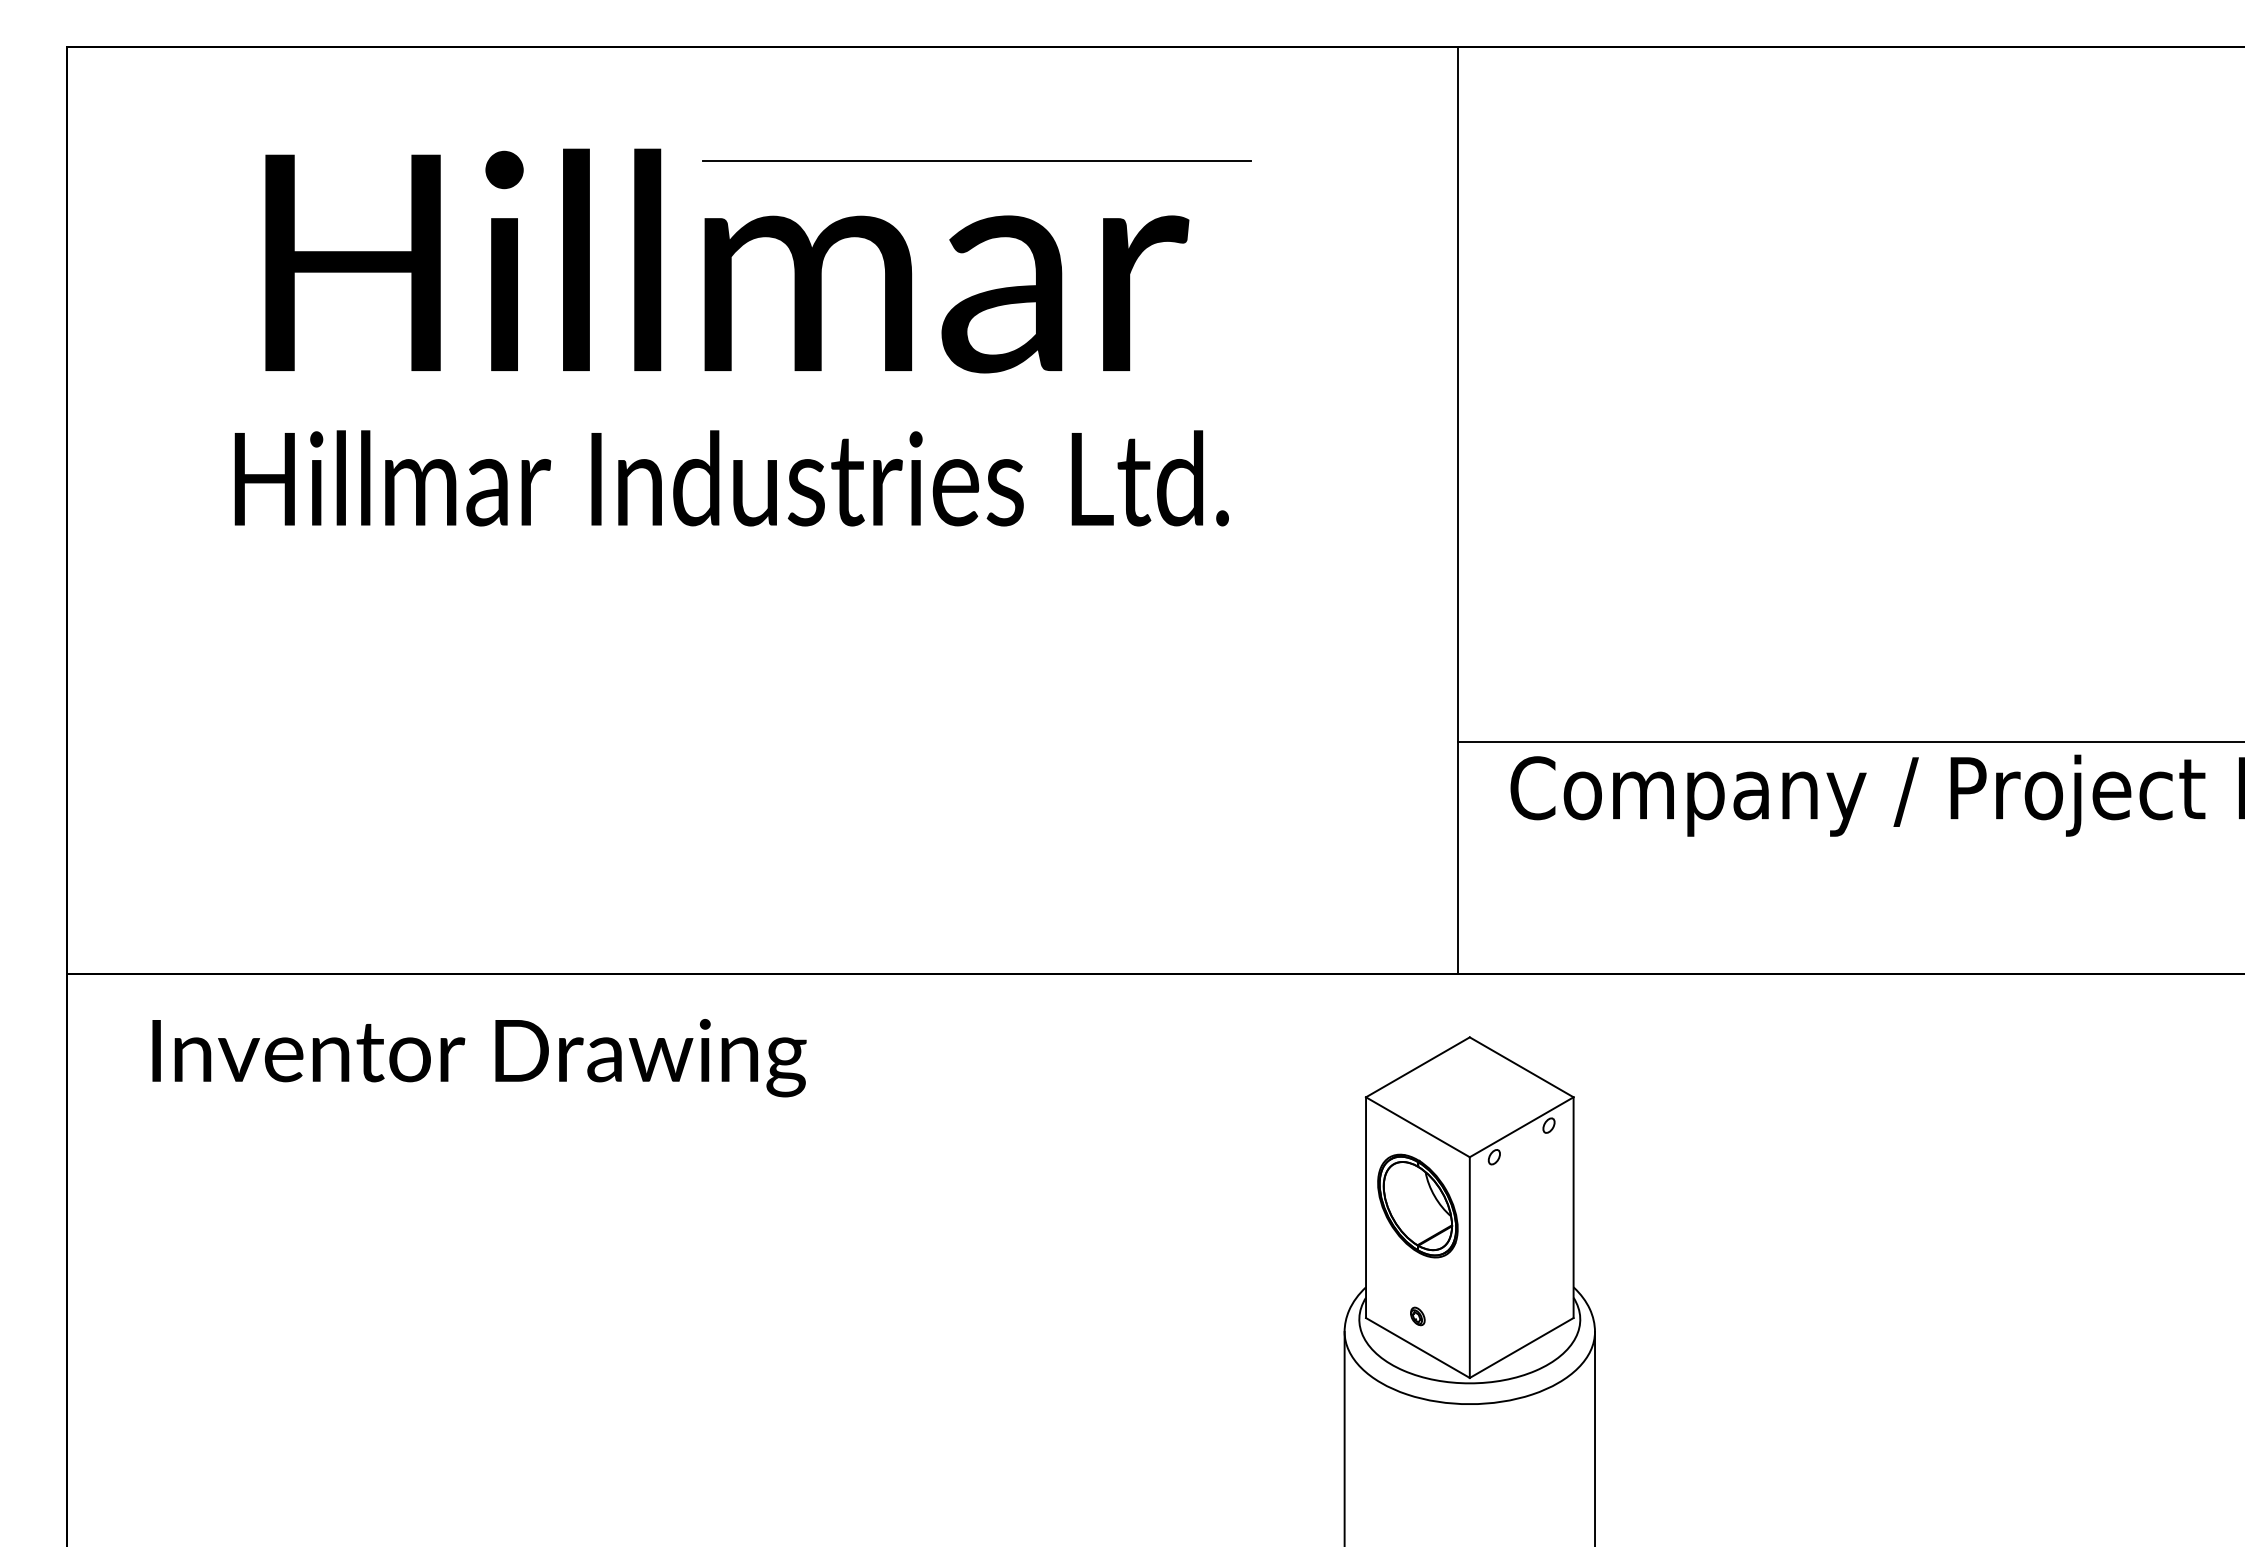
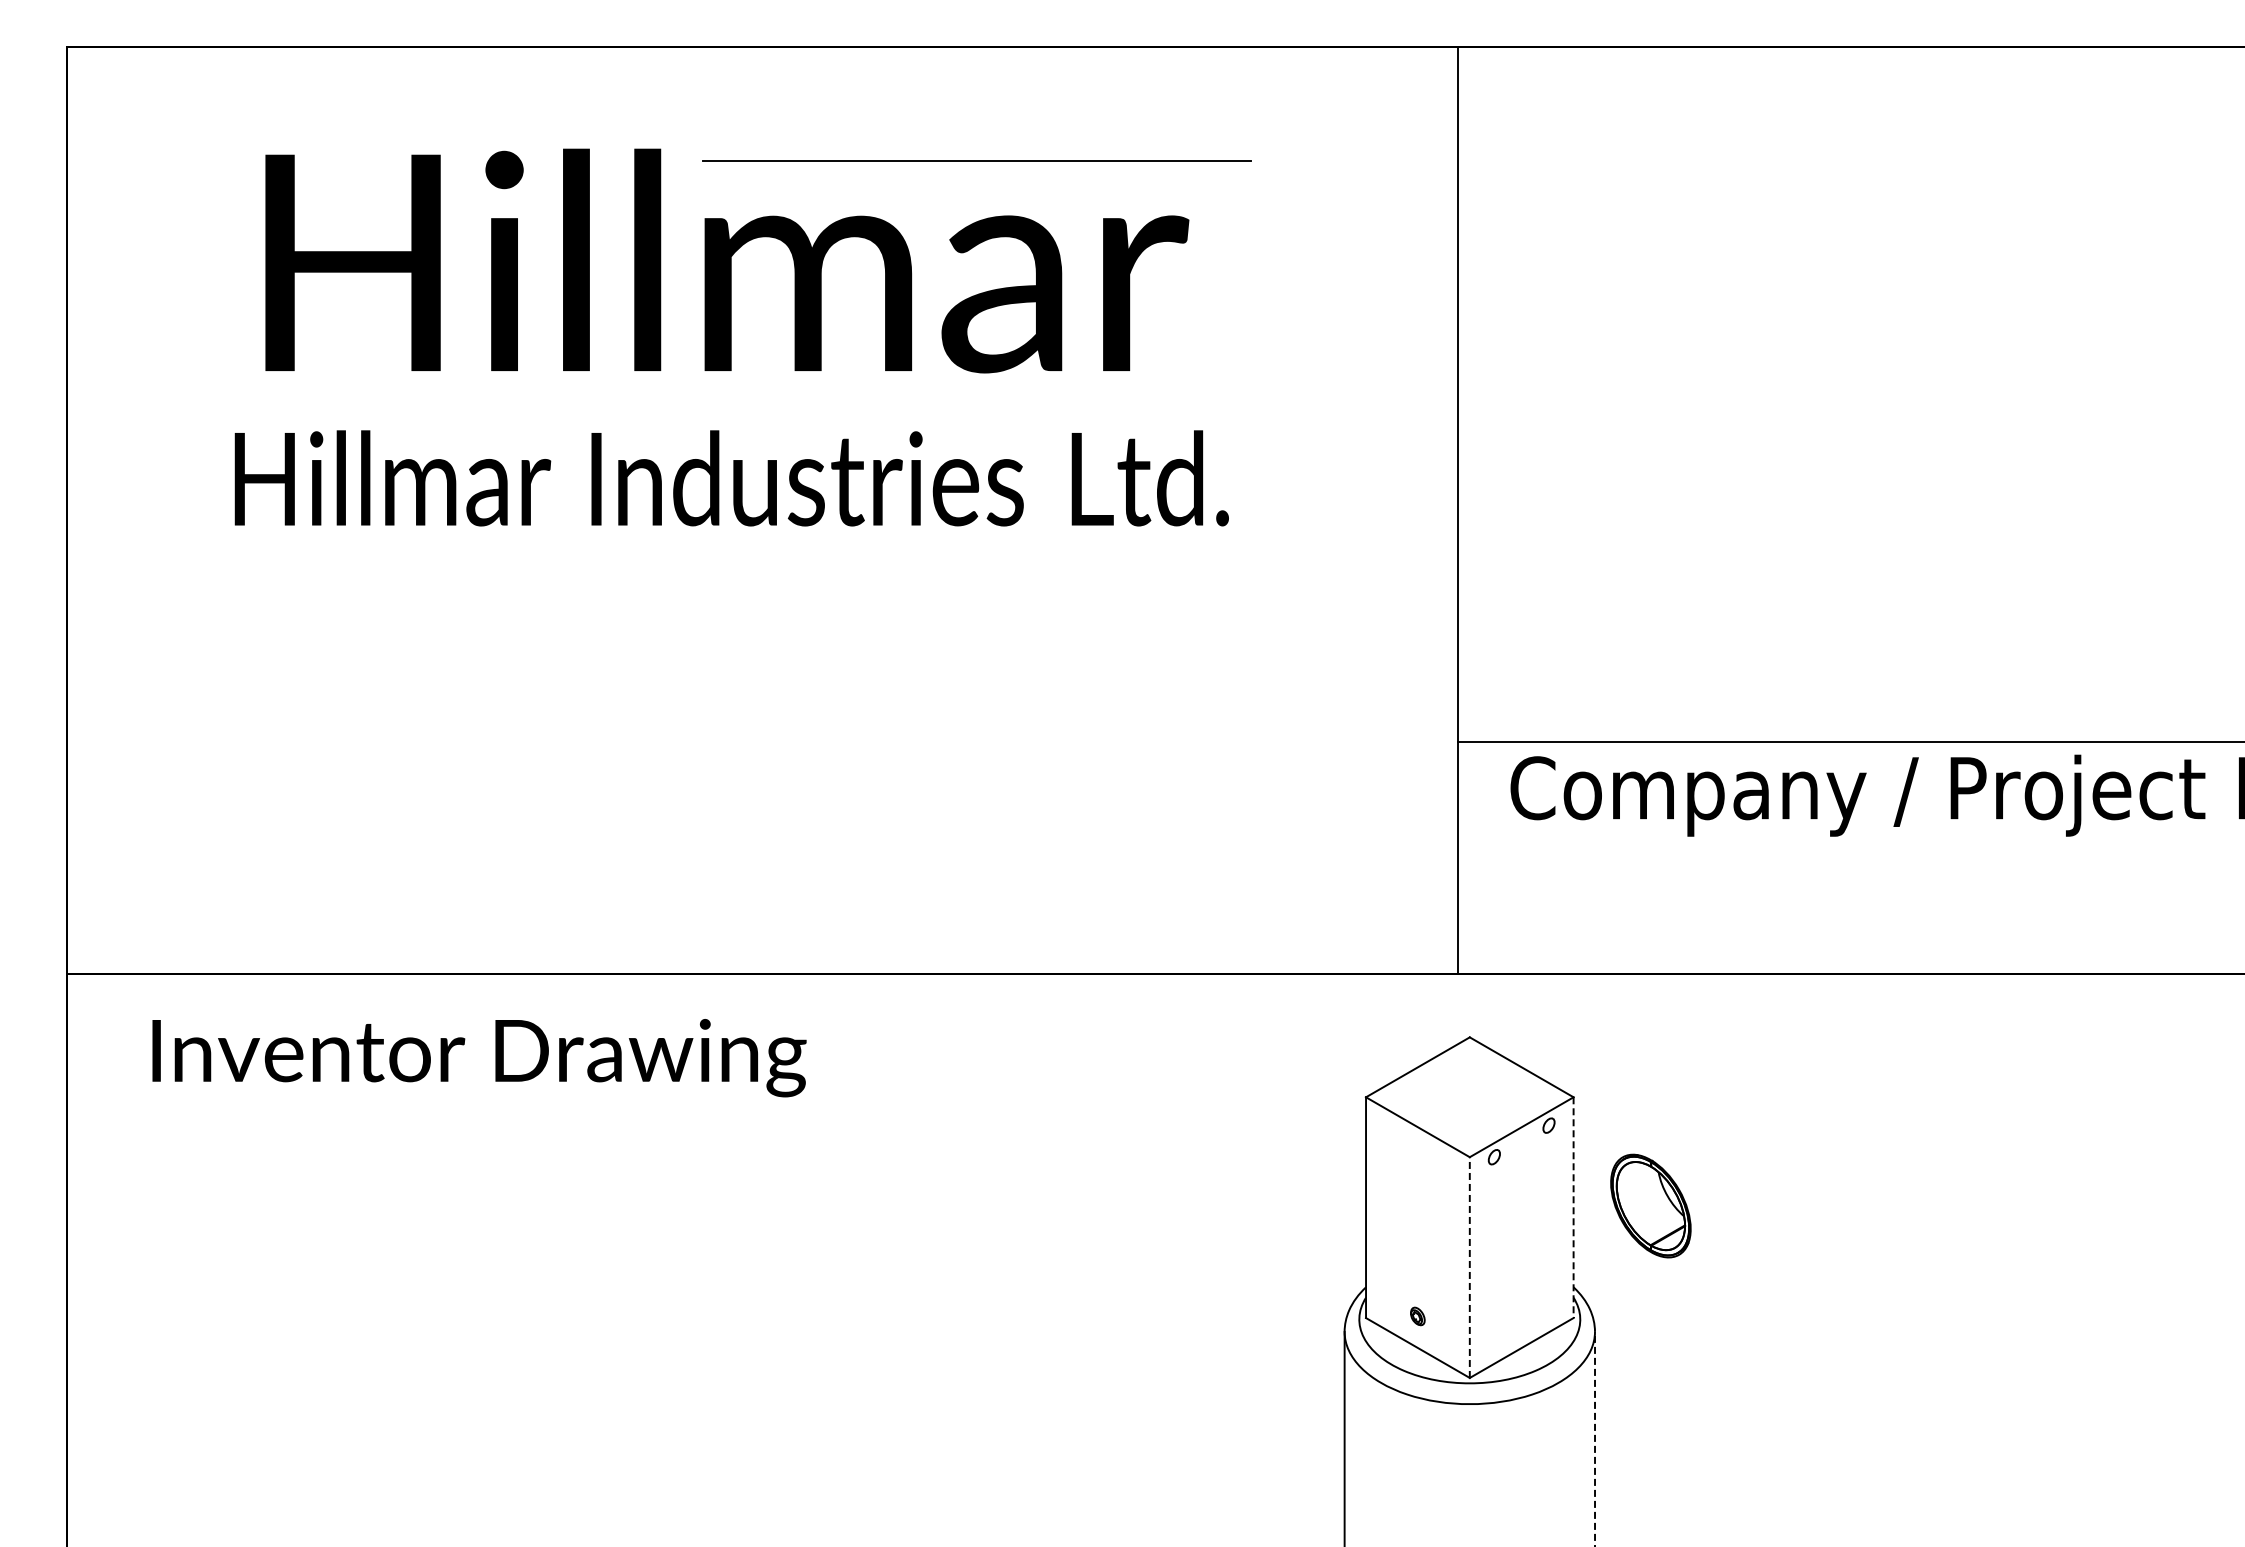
part at (1417, 1205) position: (1417, 1205) -> (1650, 1205)
line at (1573, 1208): solid -> dashed
line at (1469, 1267): solid -> dashed
line at (1595, 1438): solid -> dashed
